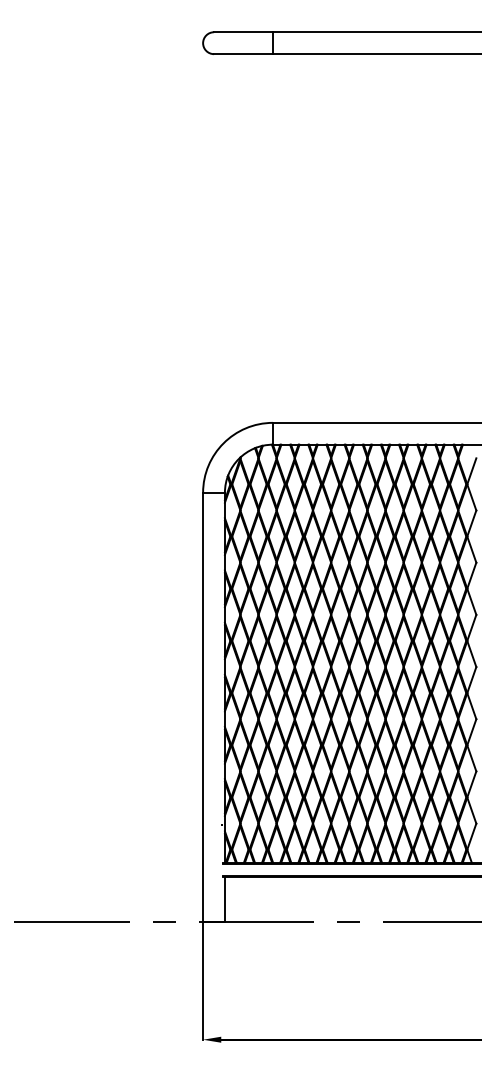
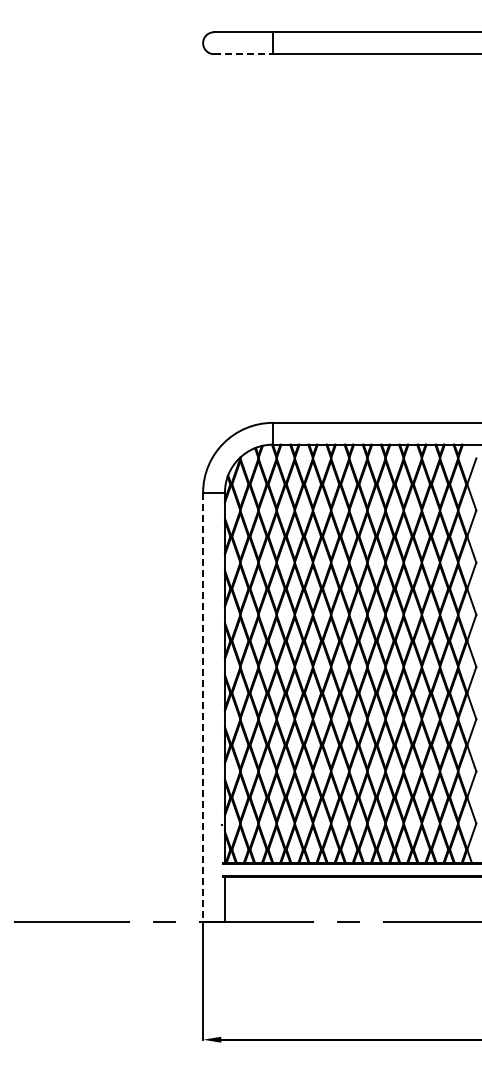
line at (244, 54): solid -> dashed
line at (203, 707): solid -> dashed
